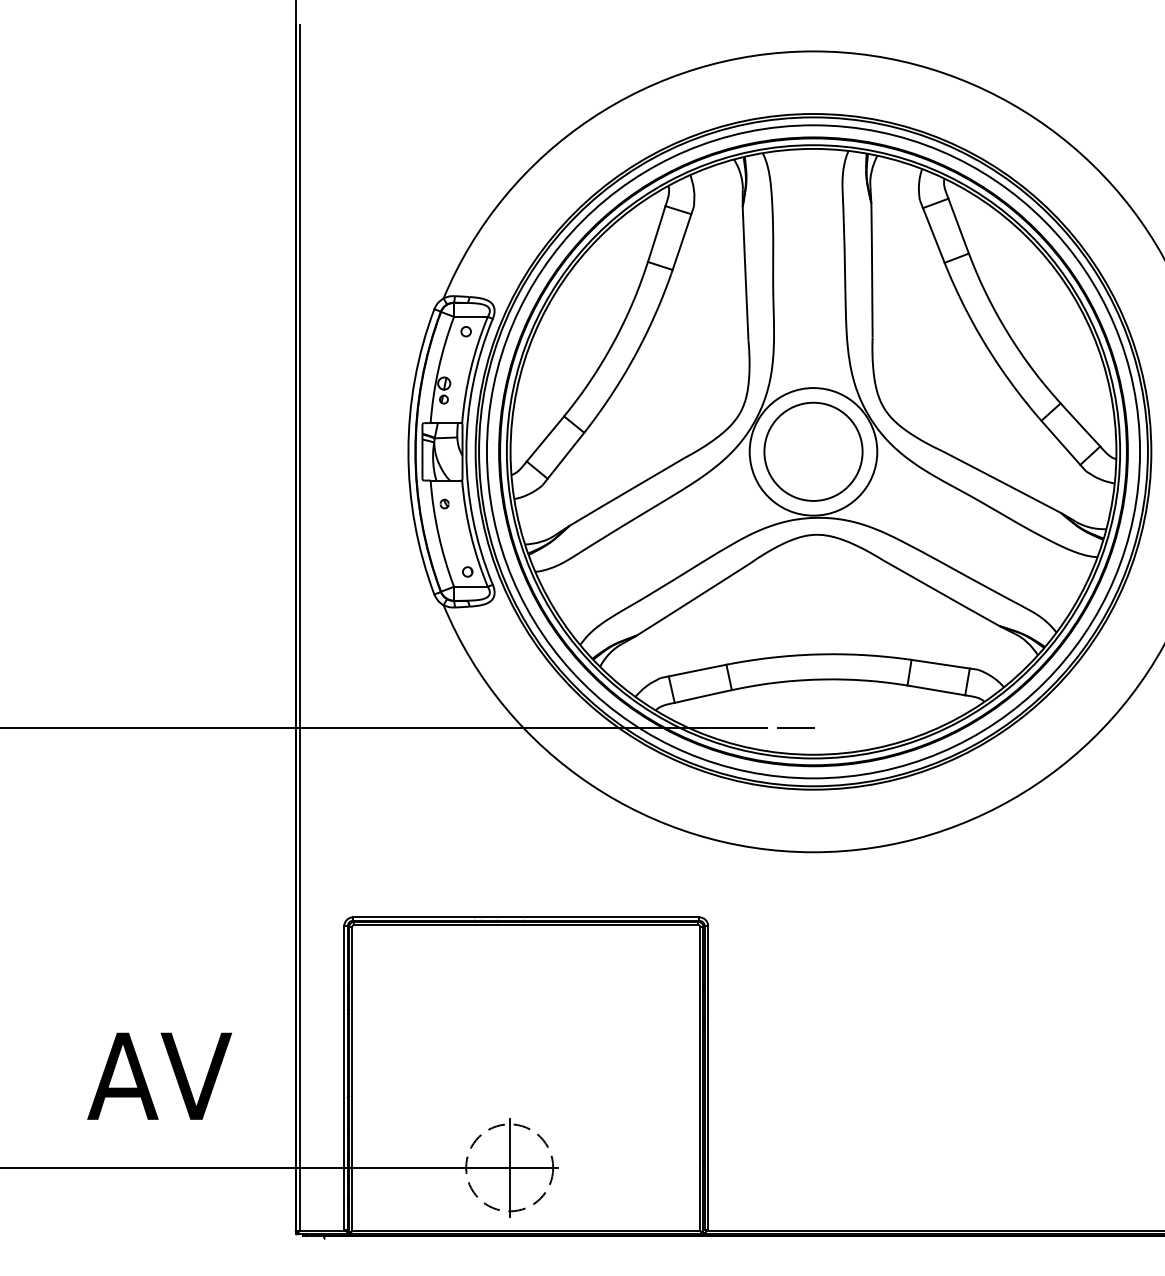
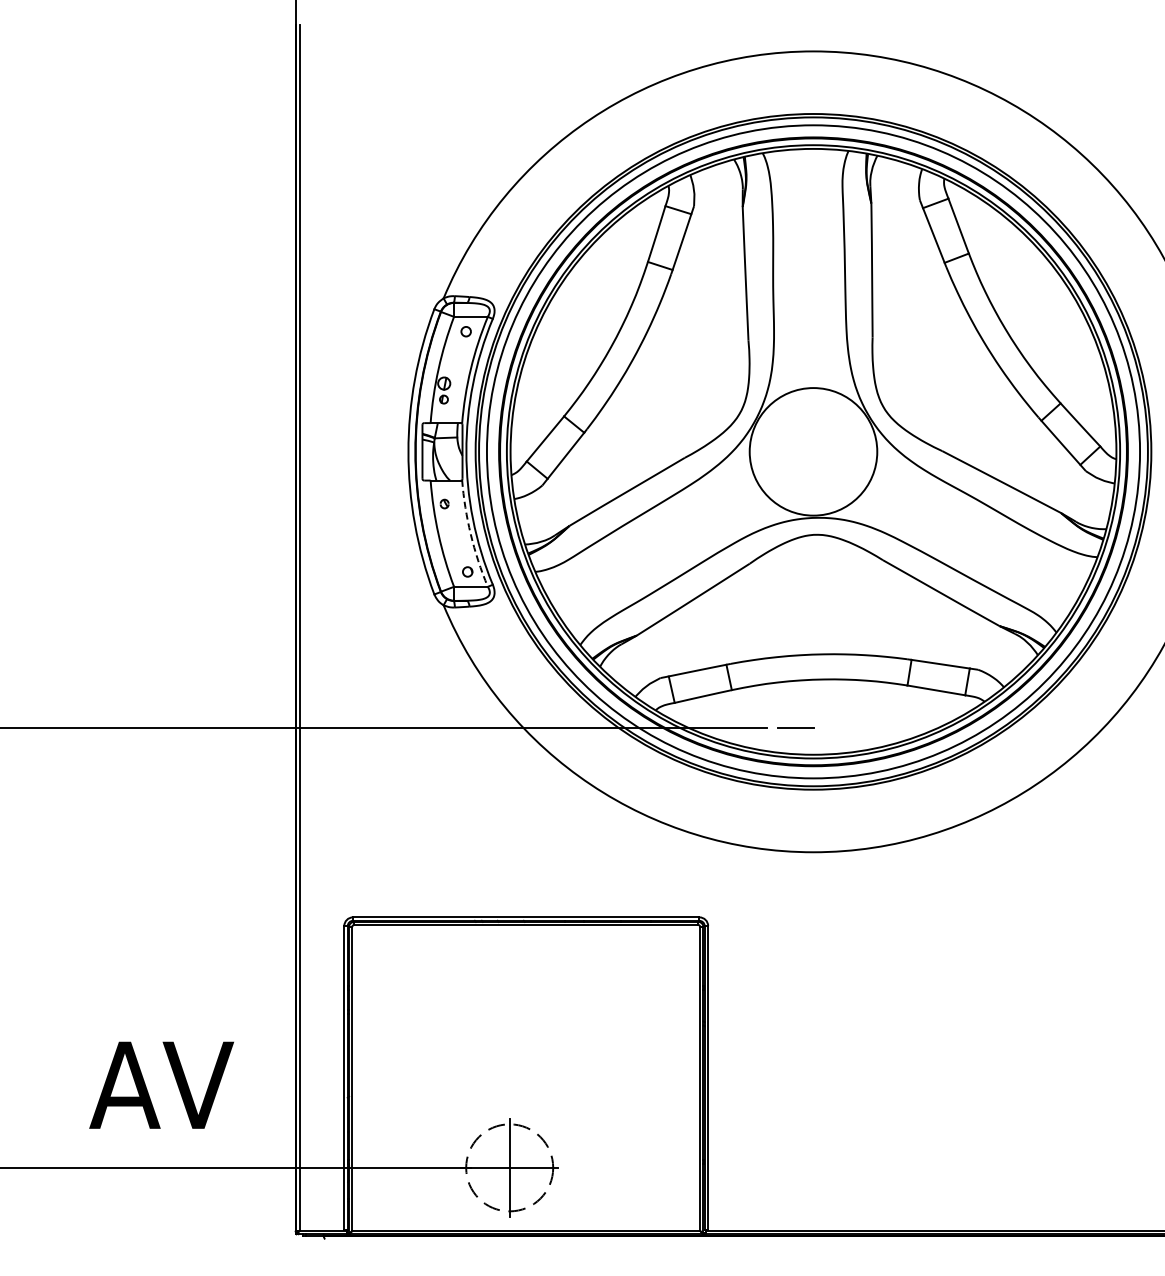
circle at (813, 451): present -> none
arc at (470, 534): solid -> dashed
text at (159, 1075) position: (159, 1075) -> (161, 1084)
